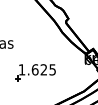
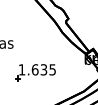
text at (43, 69): 1.625 -> 1.635
